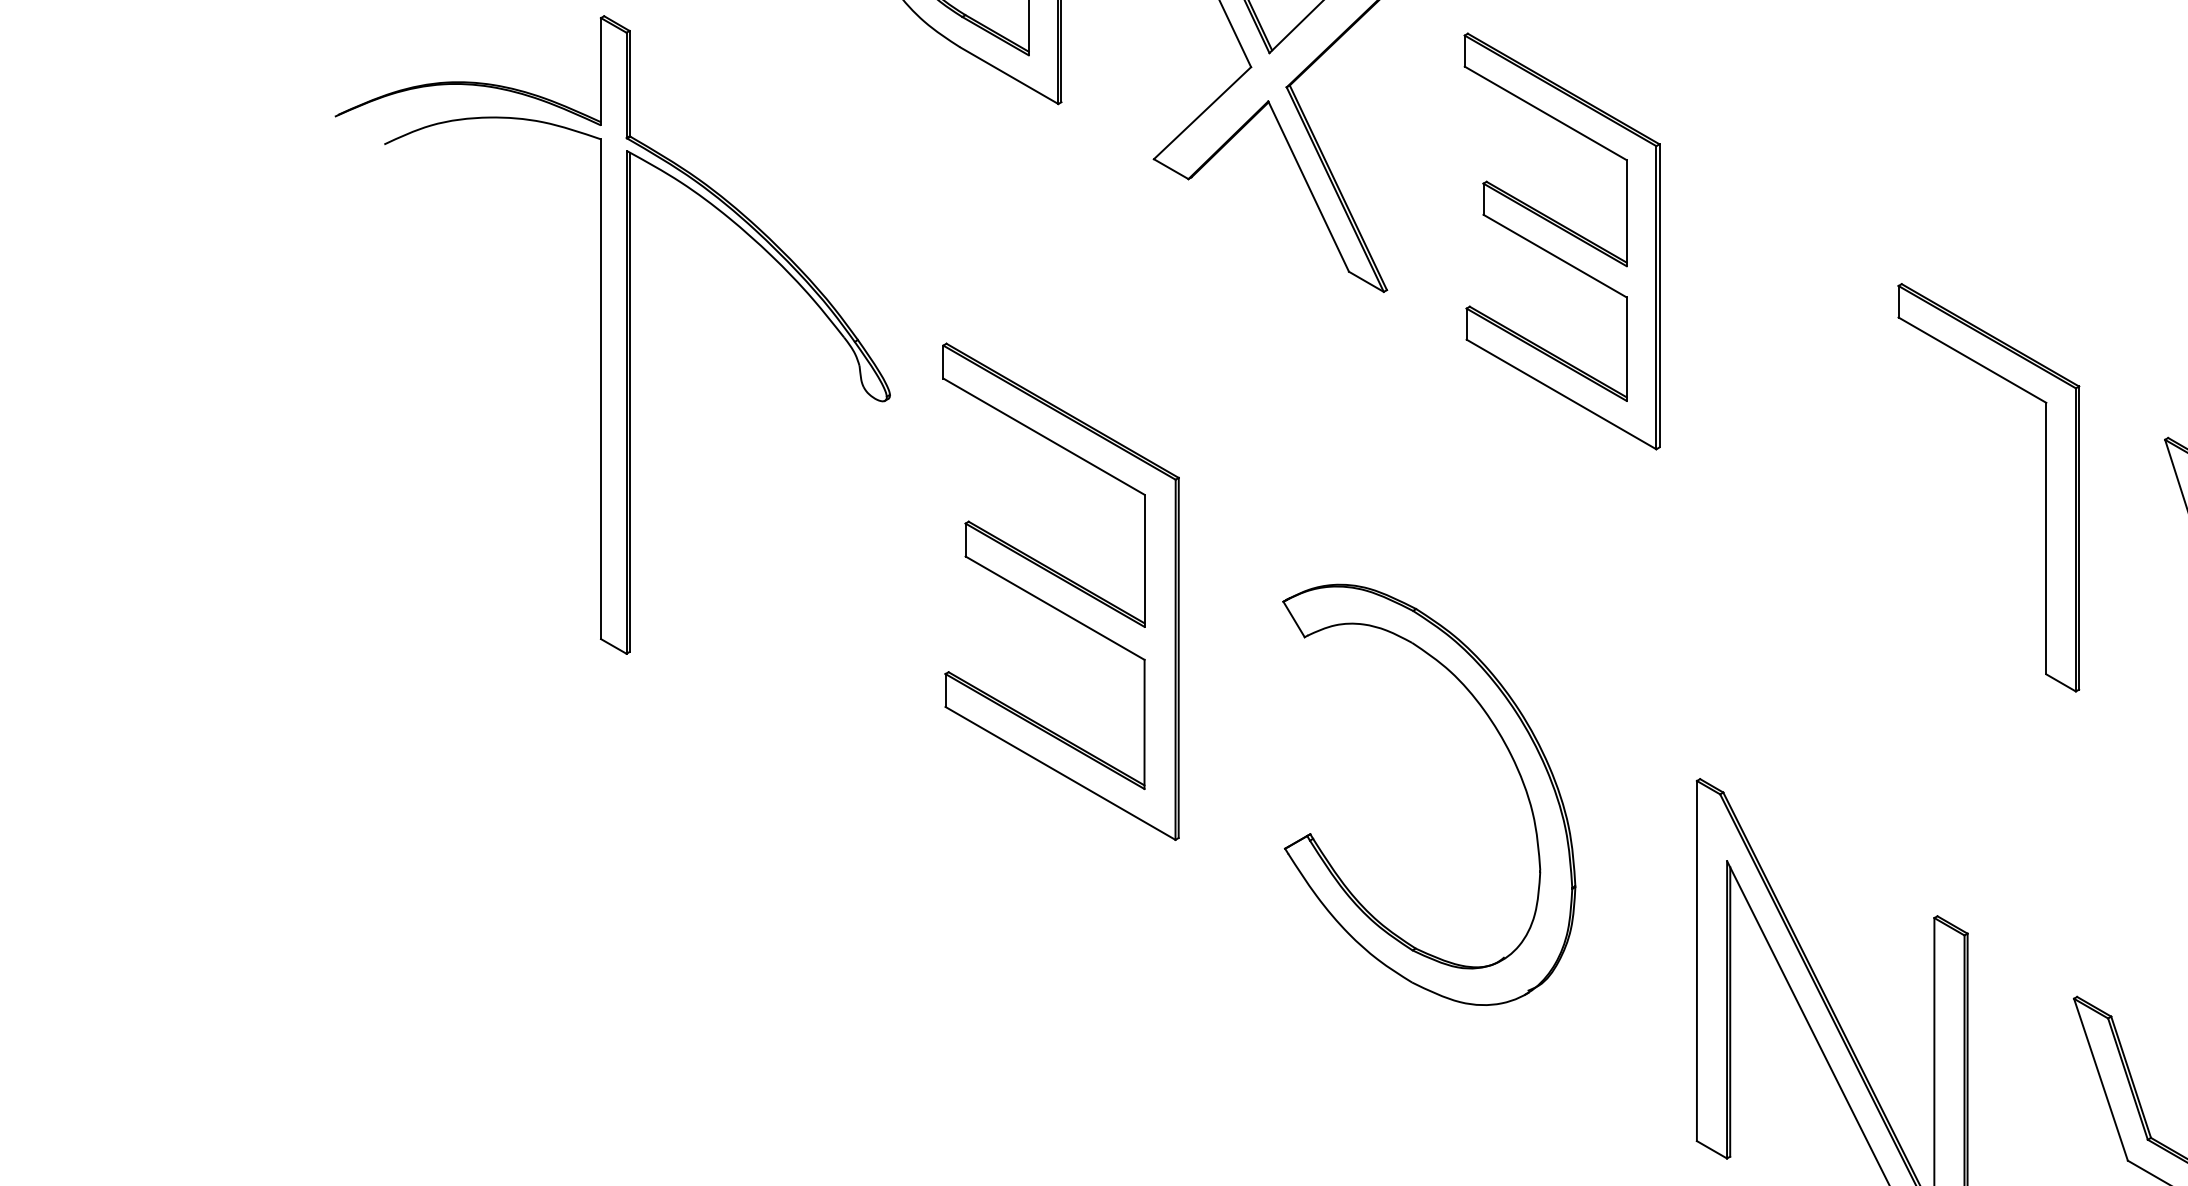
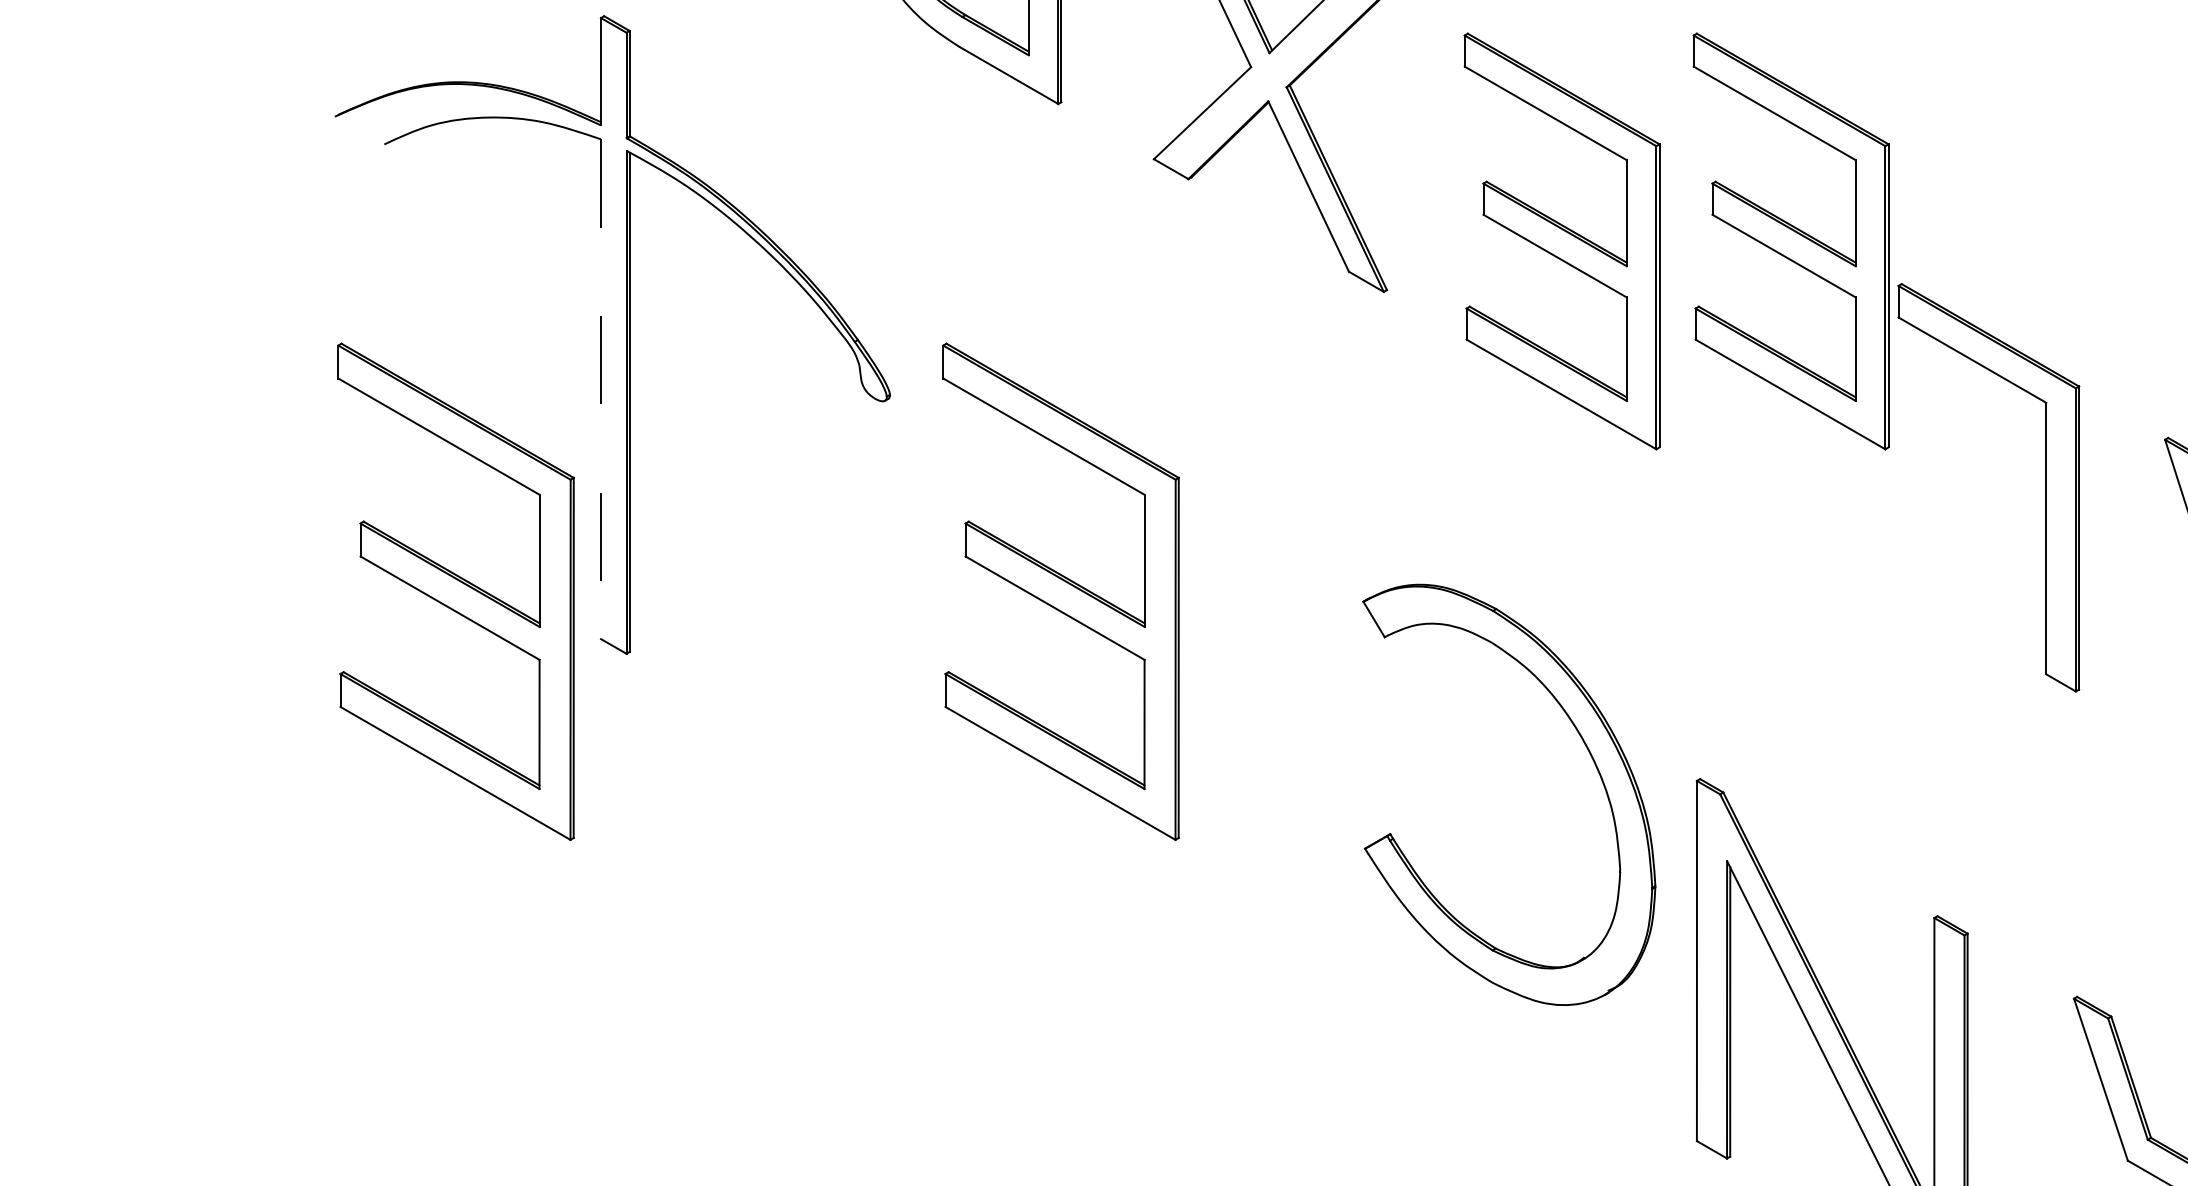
part at (1790, 241): none -> present
line at (601, 389): solid -> dashed
part at (455, 591): none -> present
part at (1509, 754) position: (1509, 754) -> (1589, 754)
